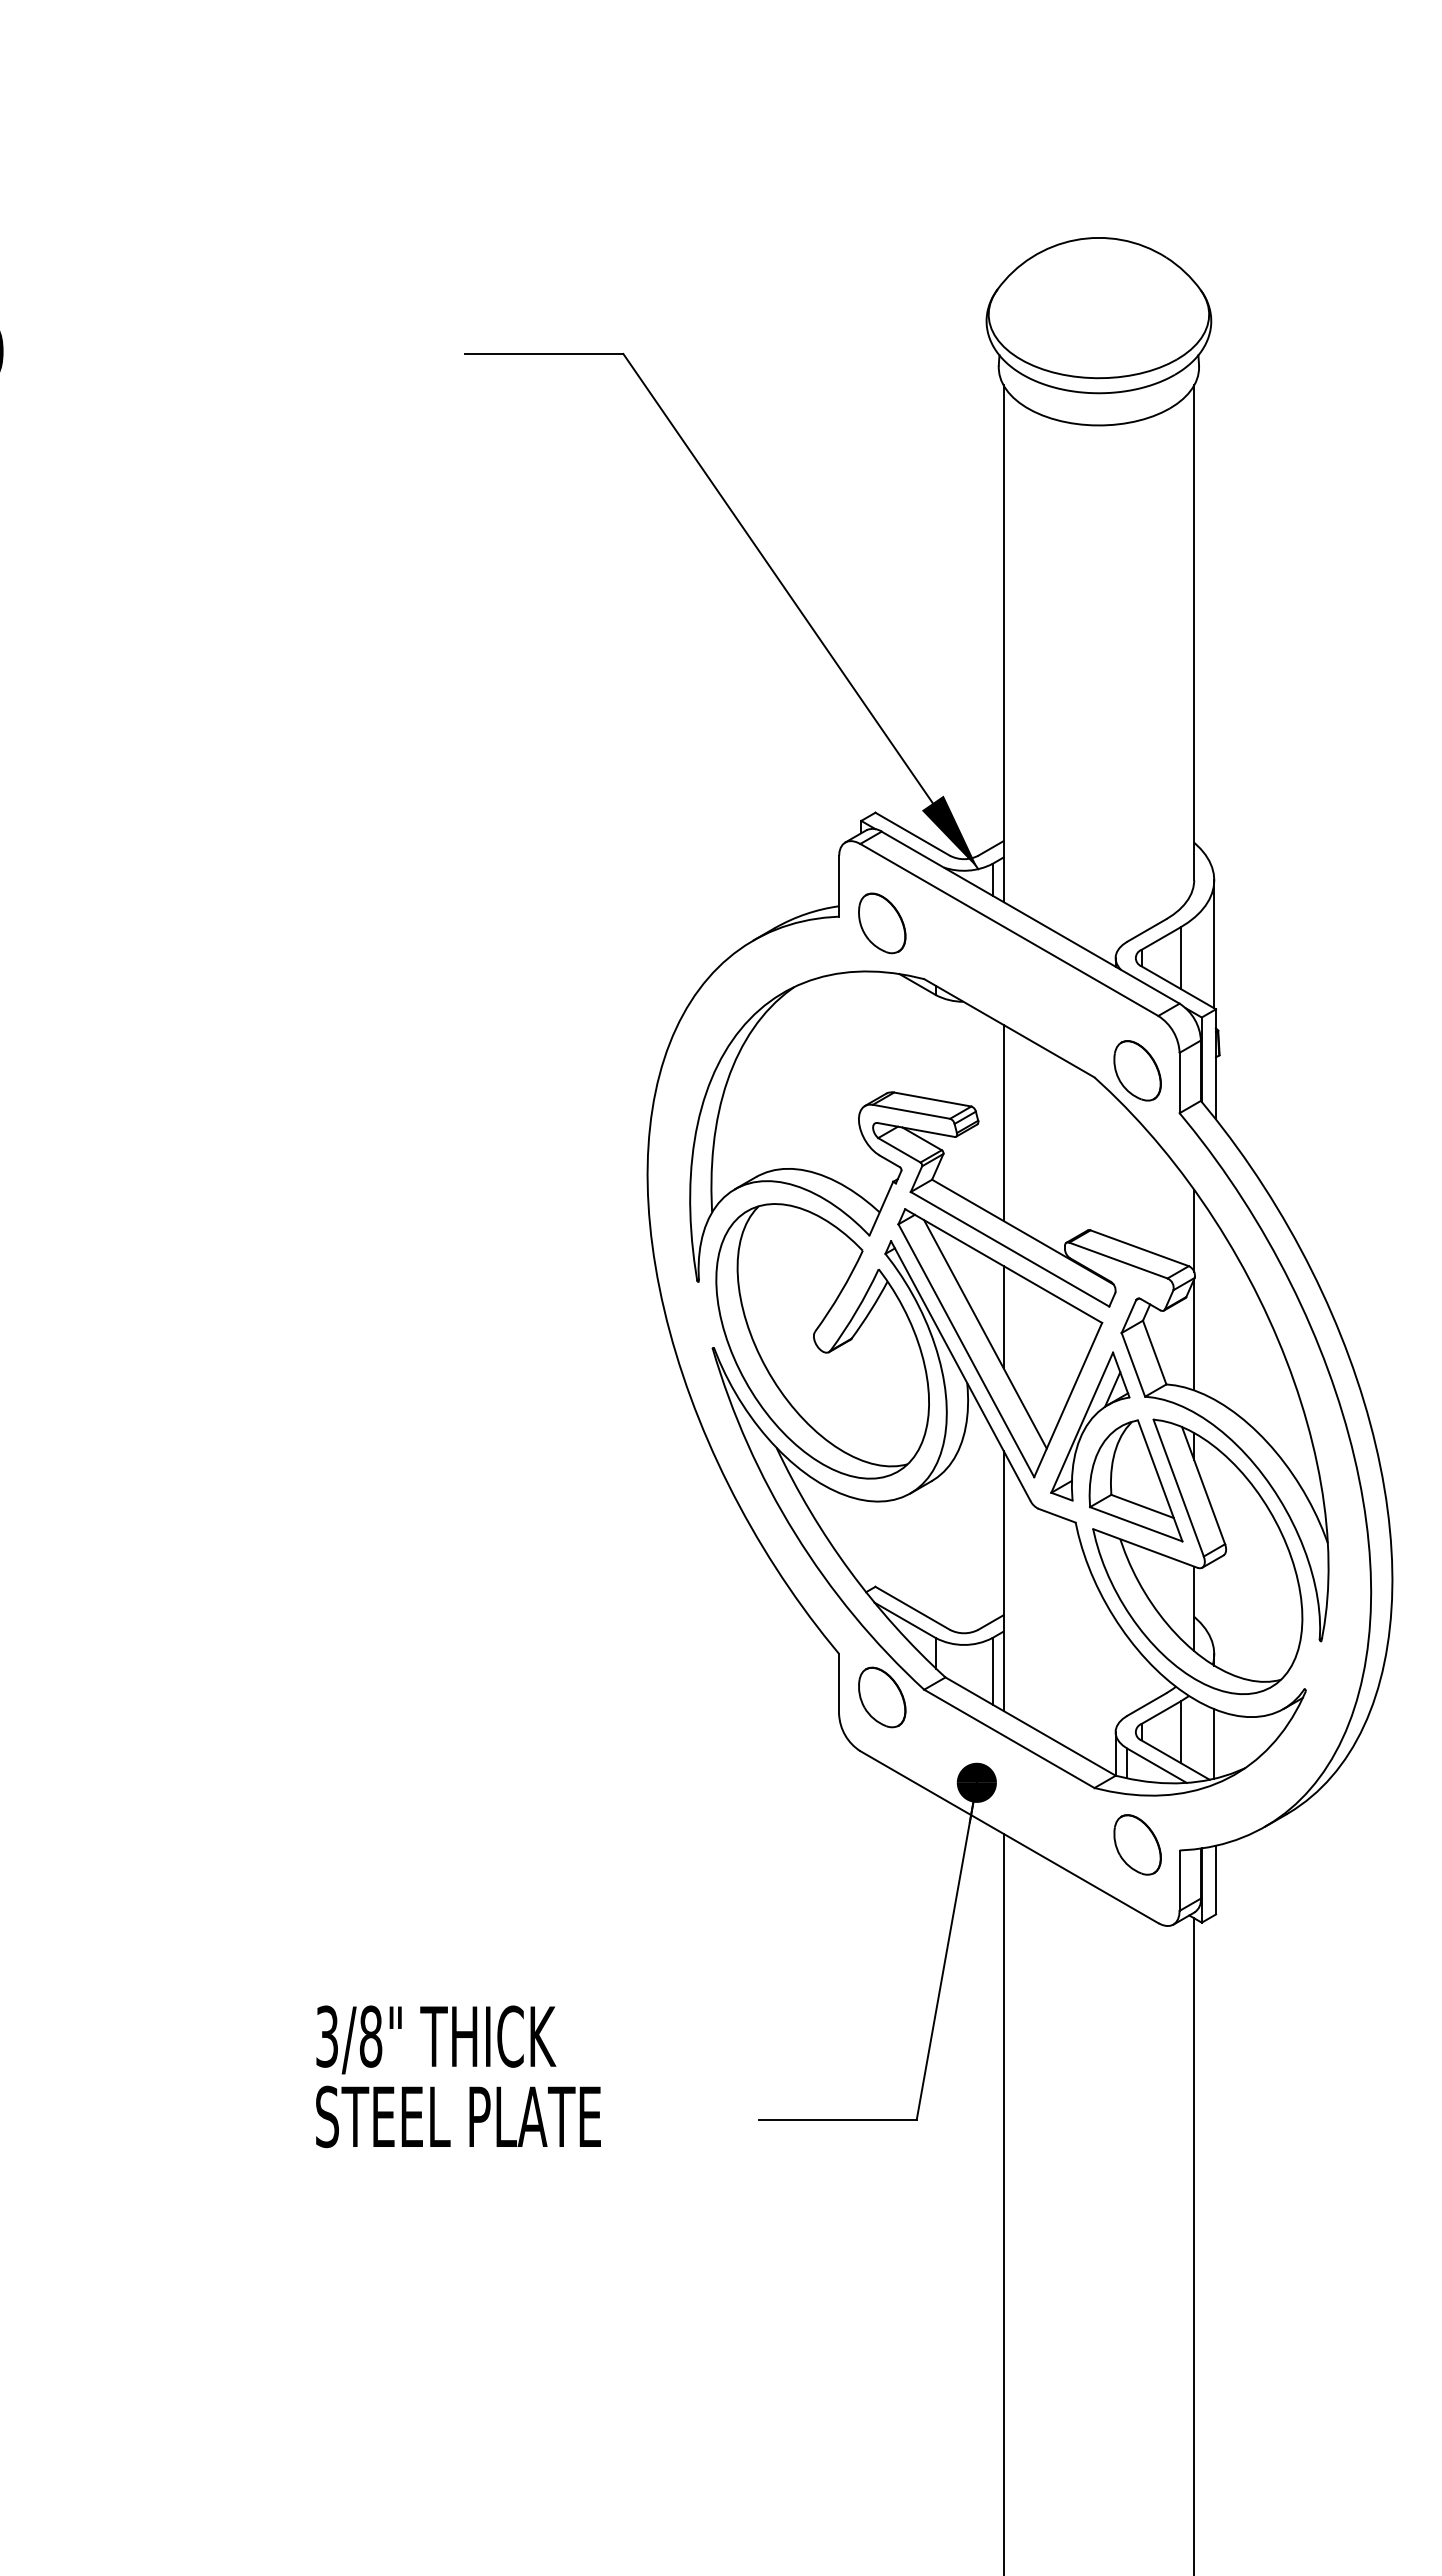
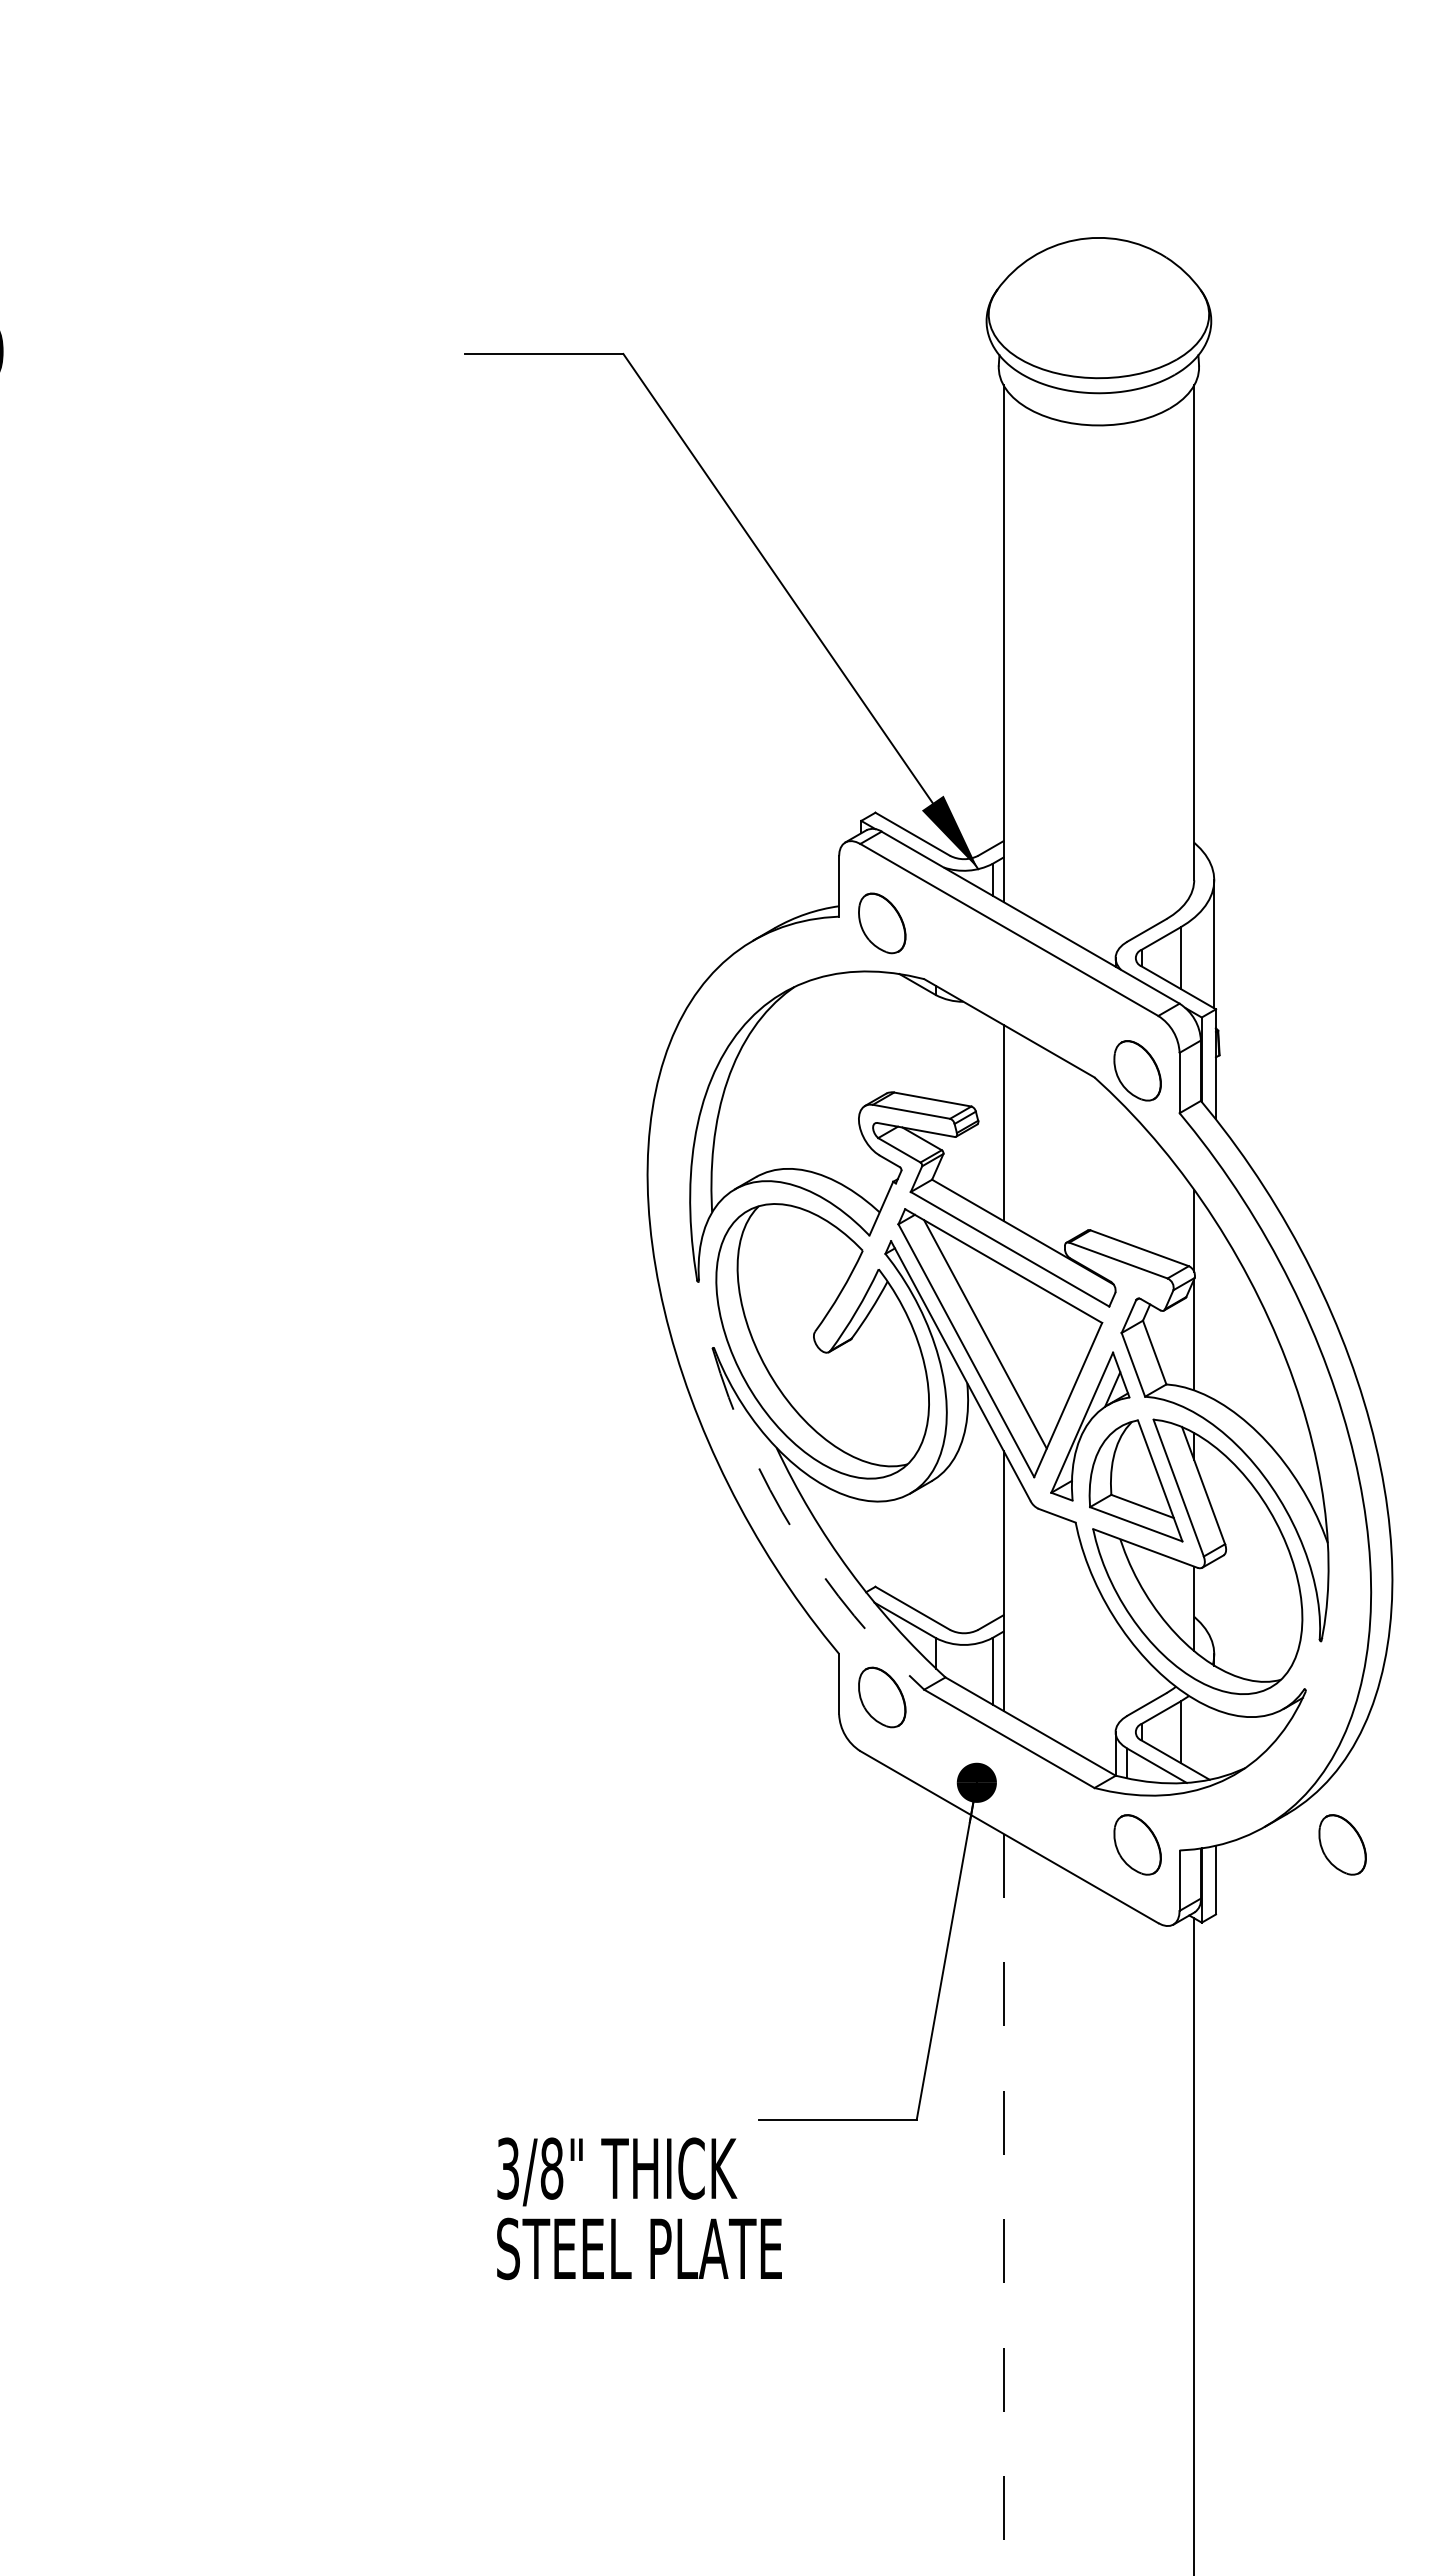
line at (1003, 1317): present -> none
arc at (795, 1533): solid -> dashed
line at (1214, 1743): present -> none
part at (1342, 1844): none -> present
text at (458, 2076) position: (458, 2076) -> (639, 2208)
line at (1003, 2204): solid -> dashed
